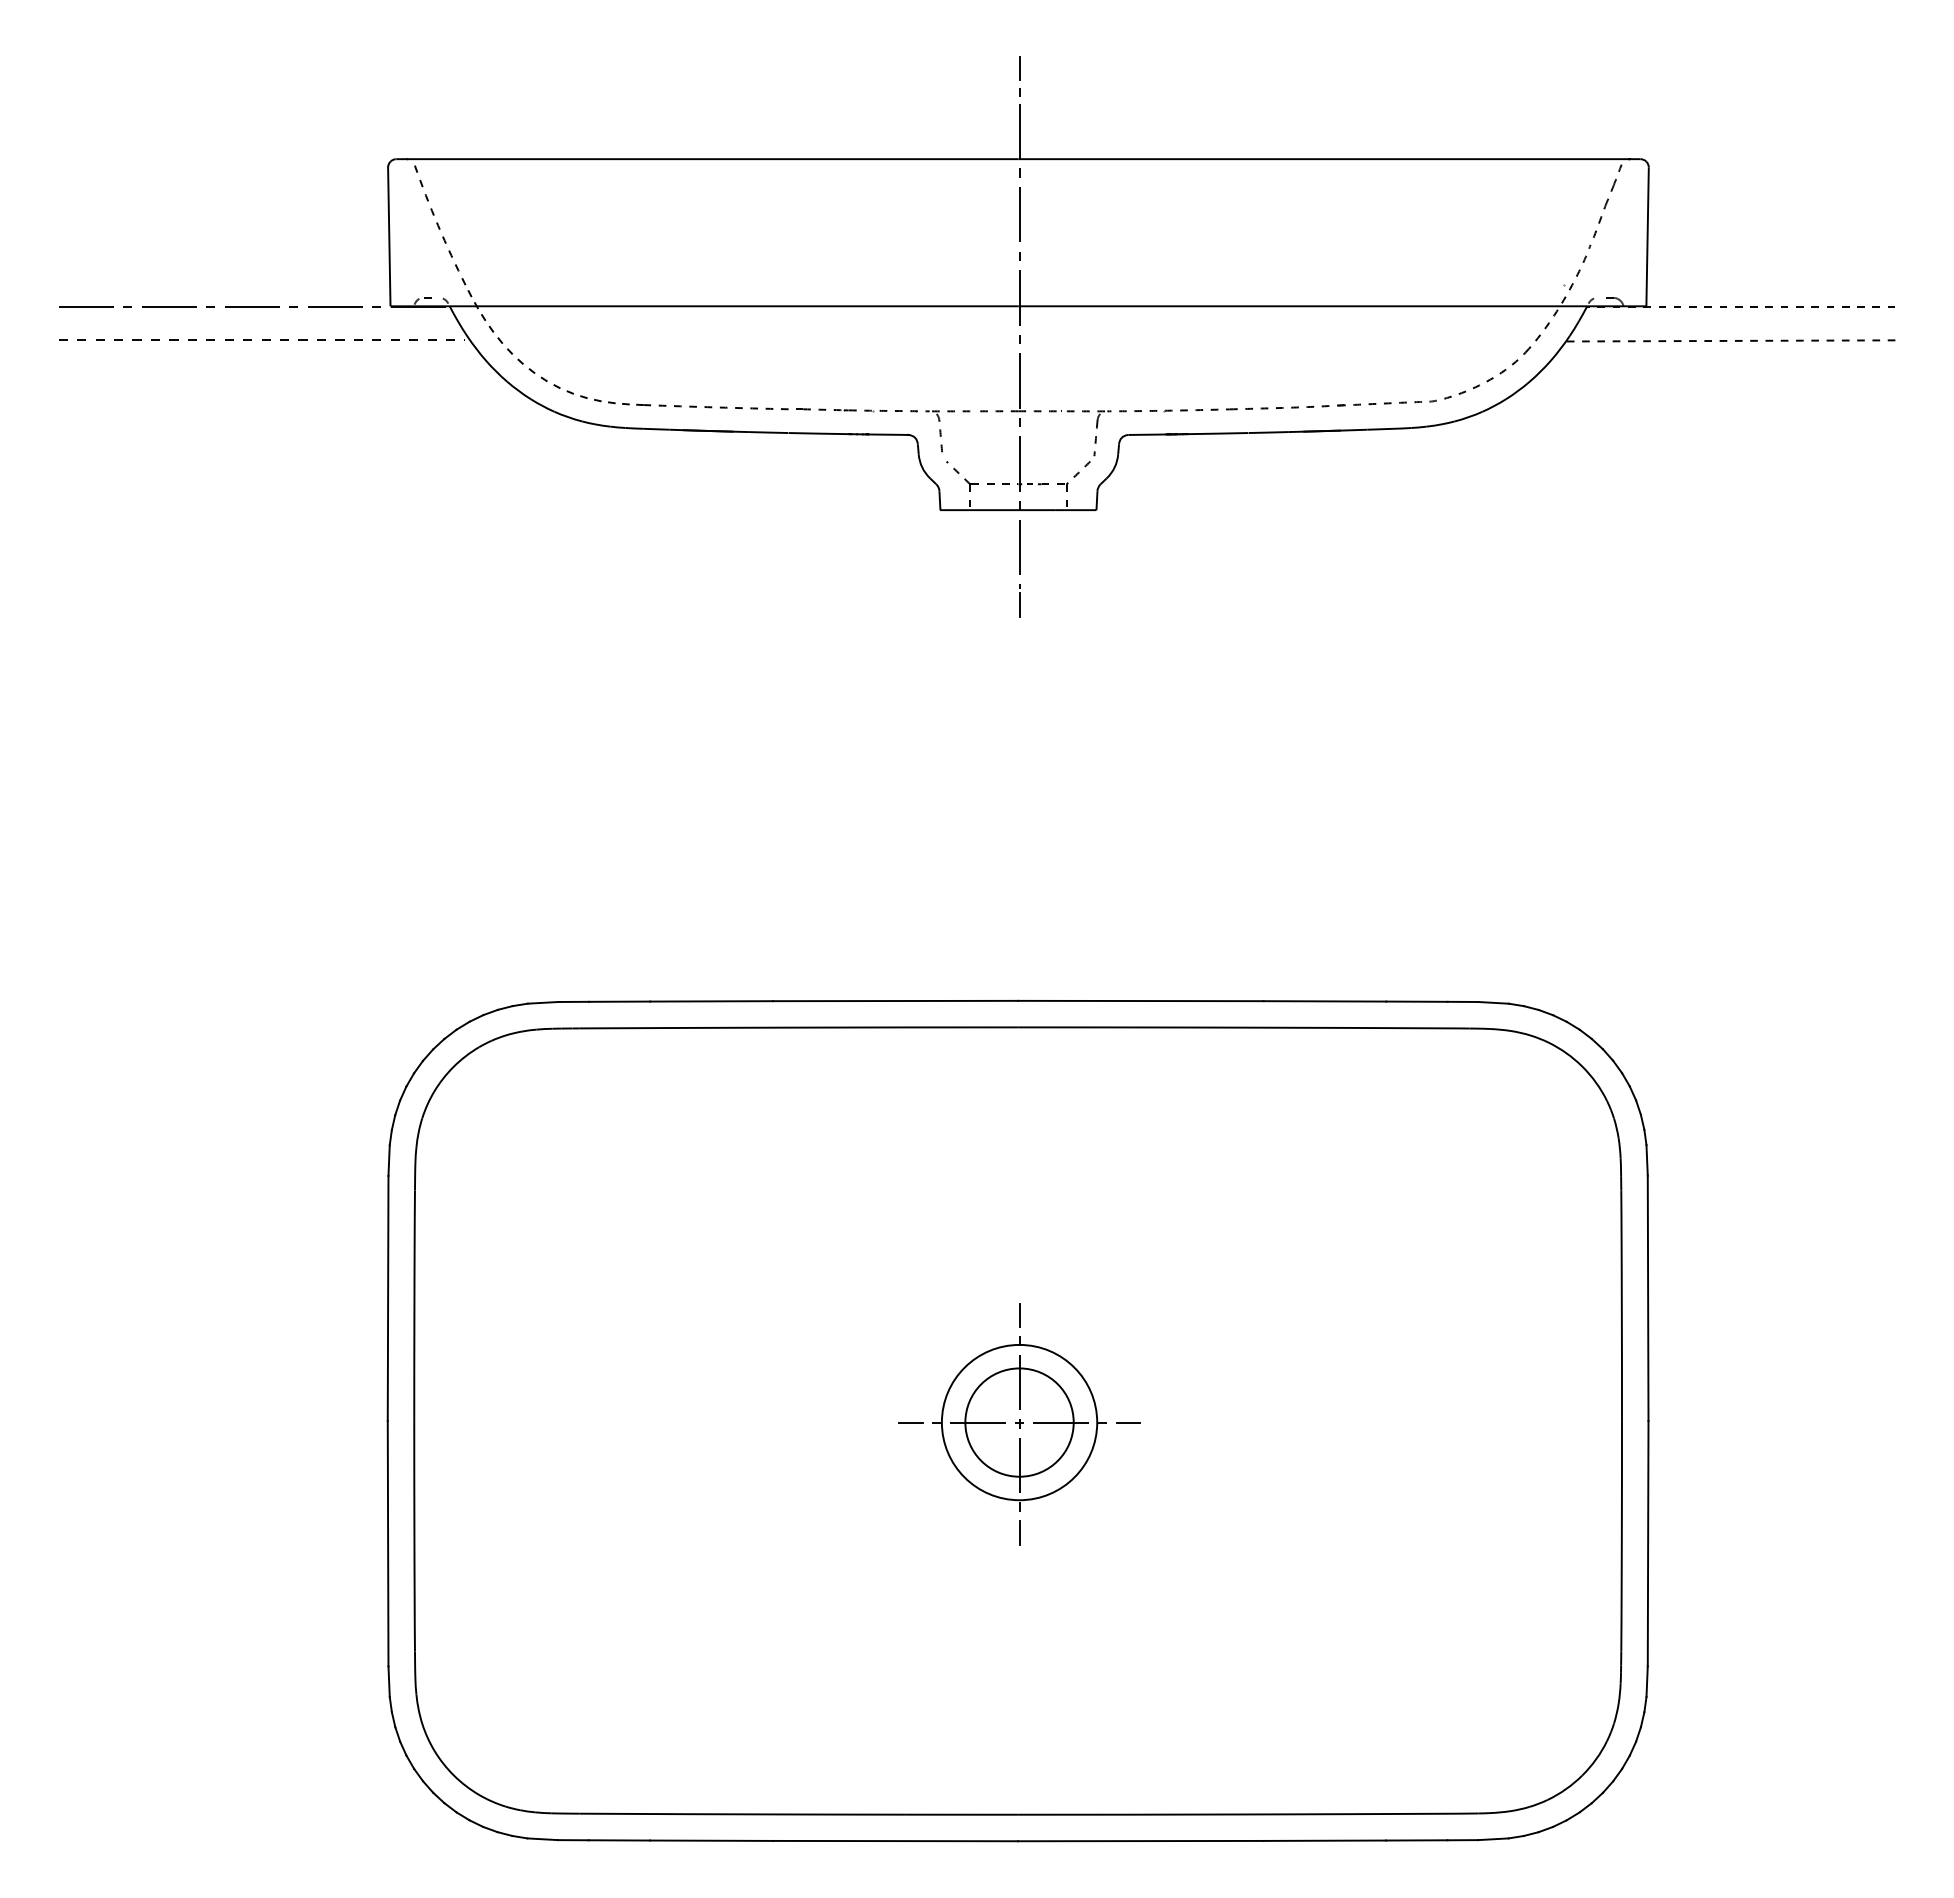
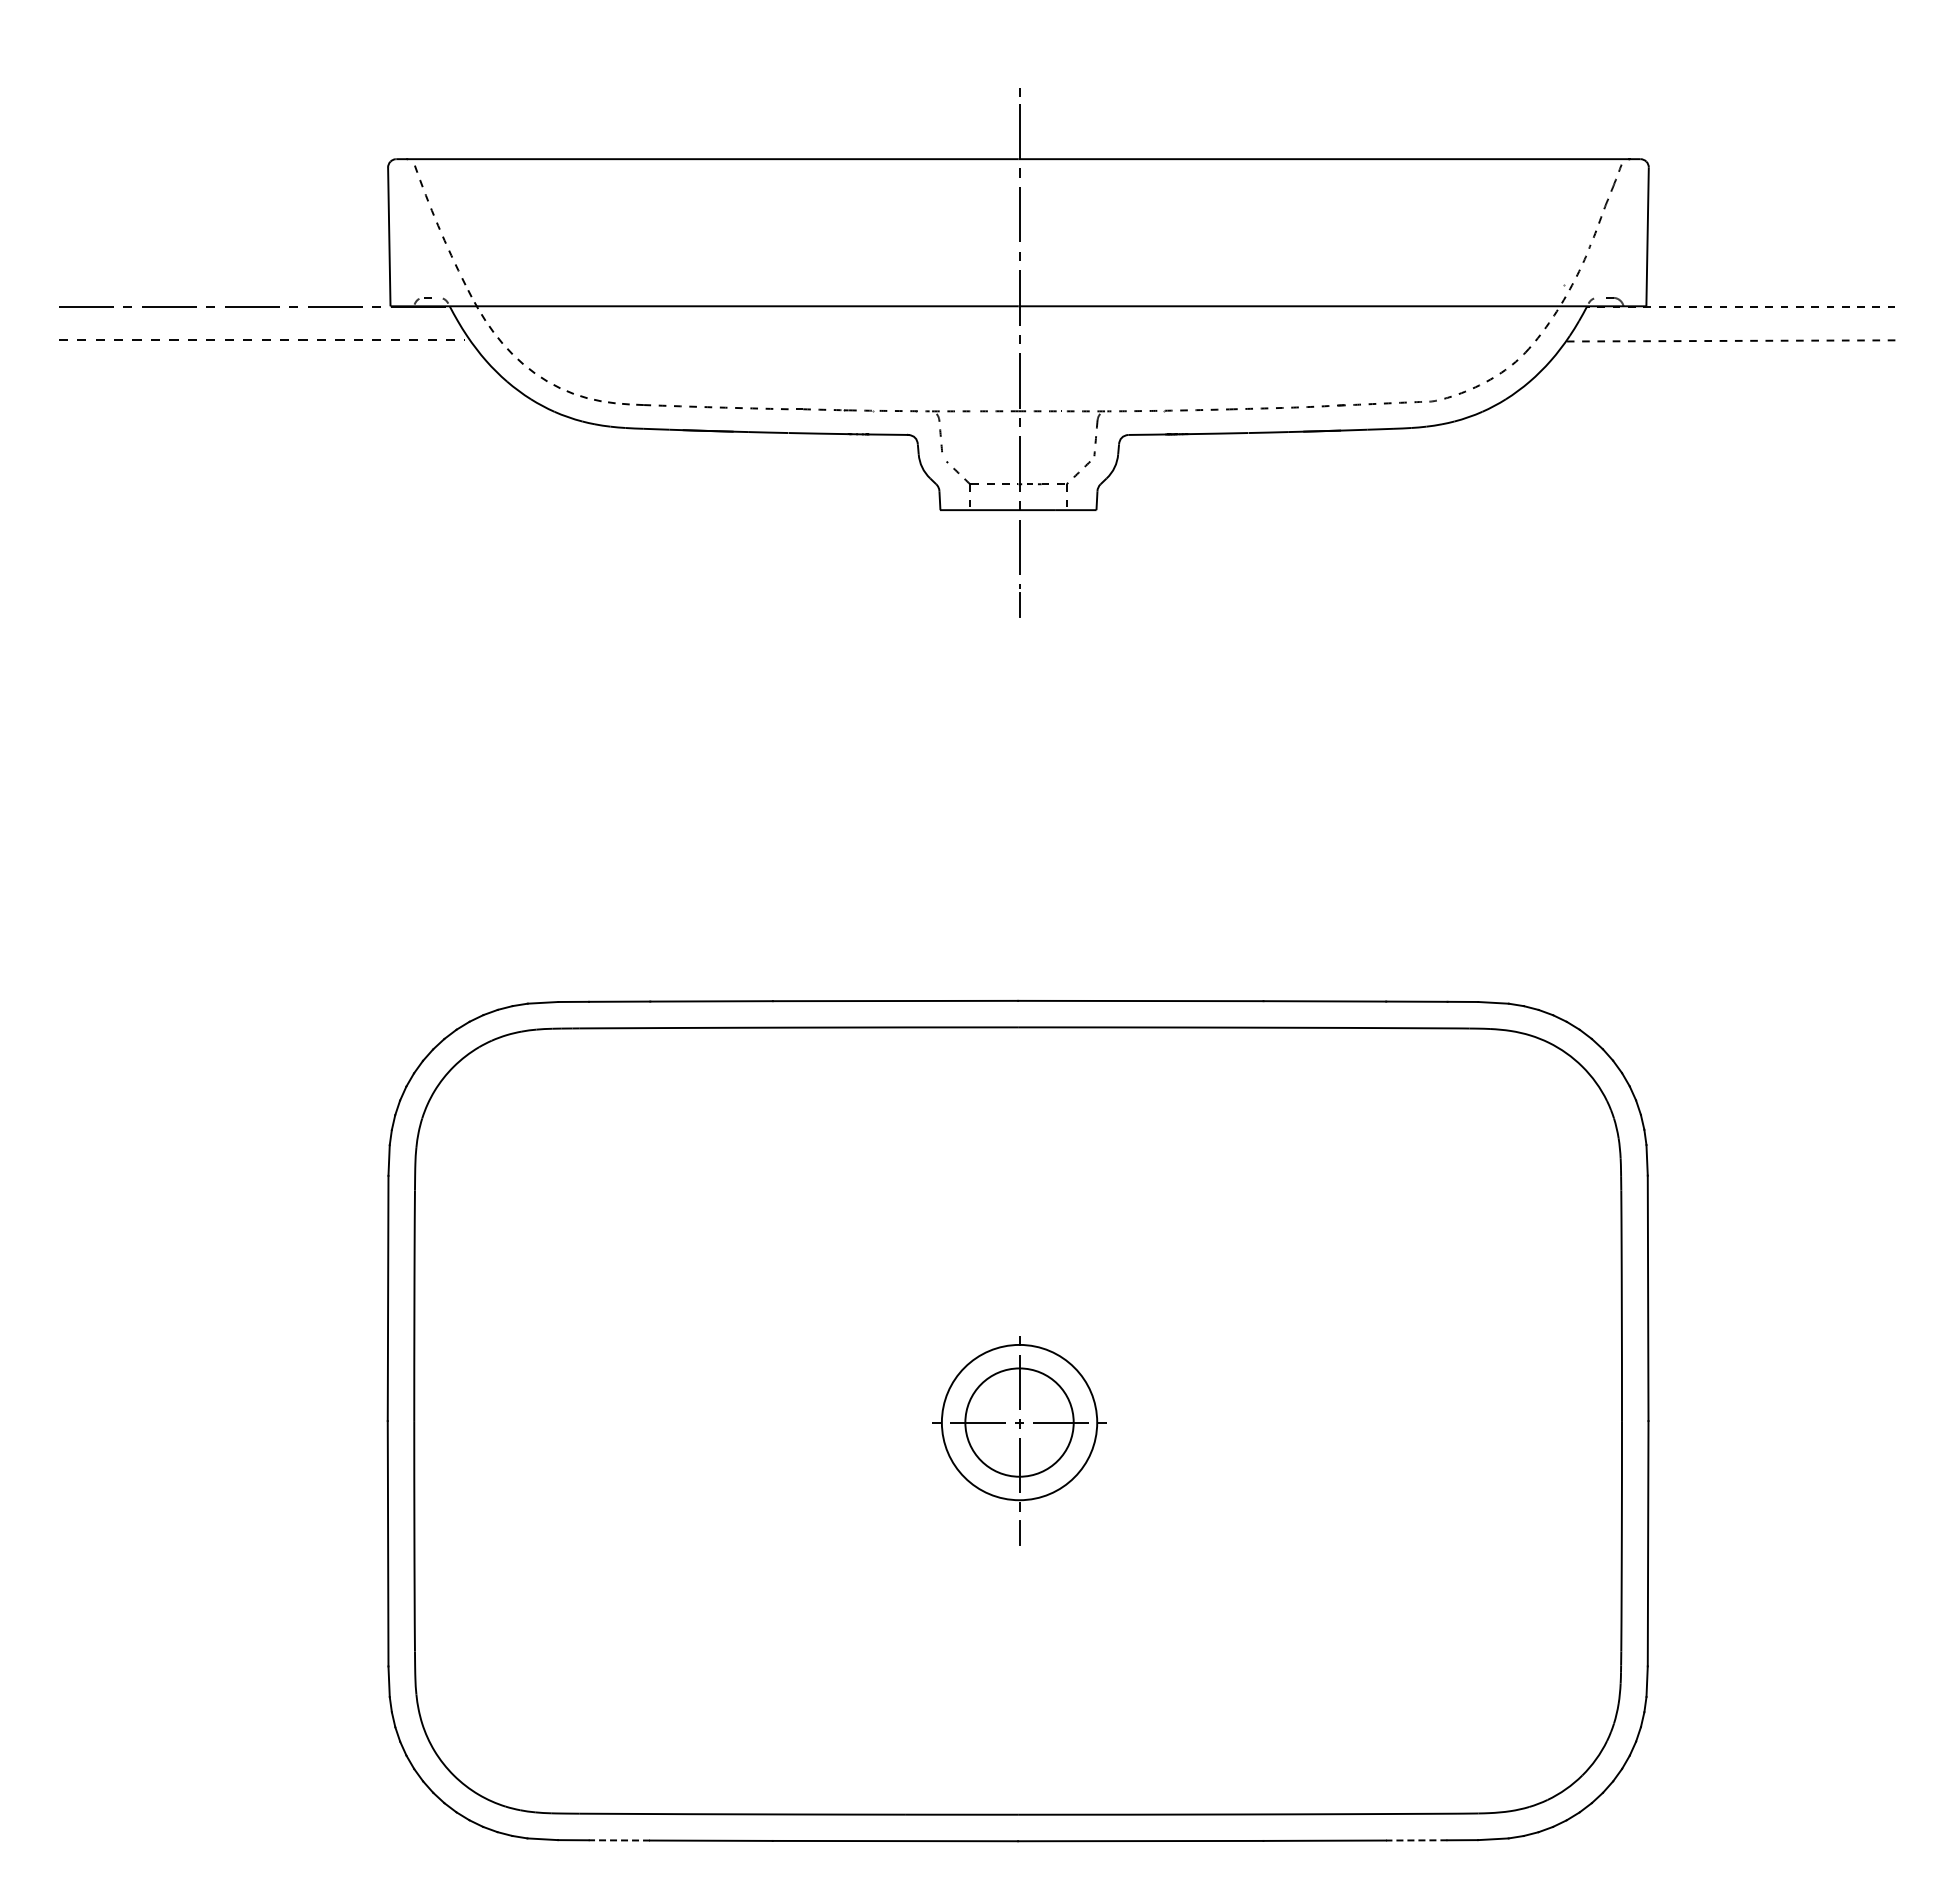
line at (1019, 68): present -> none
line at (1019, 1315): present -> none
line at (910, 1422): present -> none
line at (1128, 1422): present -> none
line at (619, 1840): solid -> dashed
line at (1416, 1840): solid -> dashed
